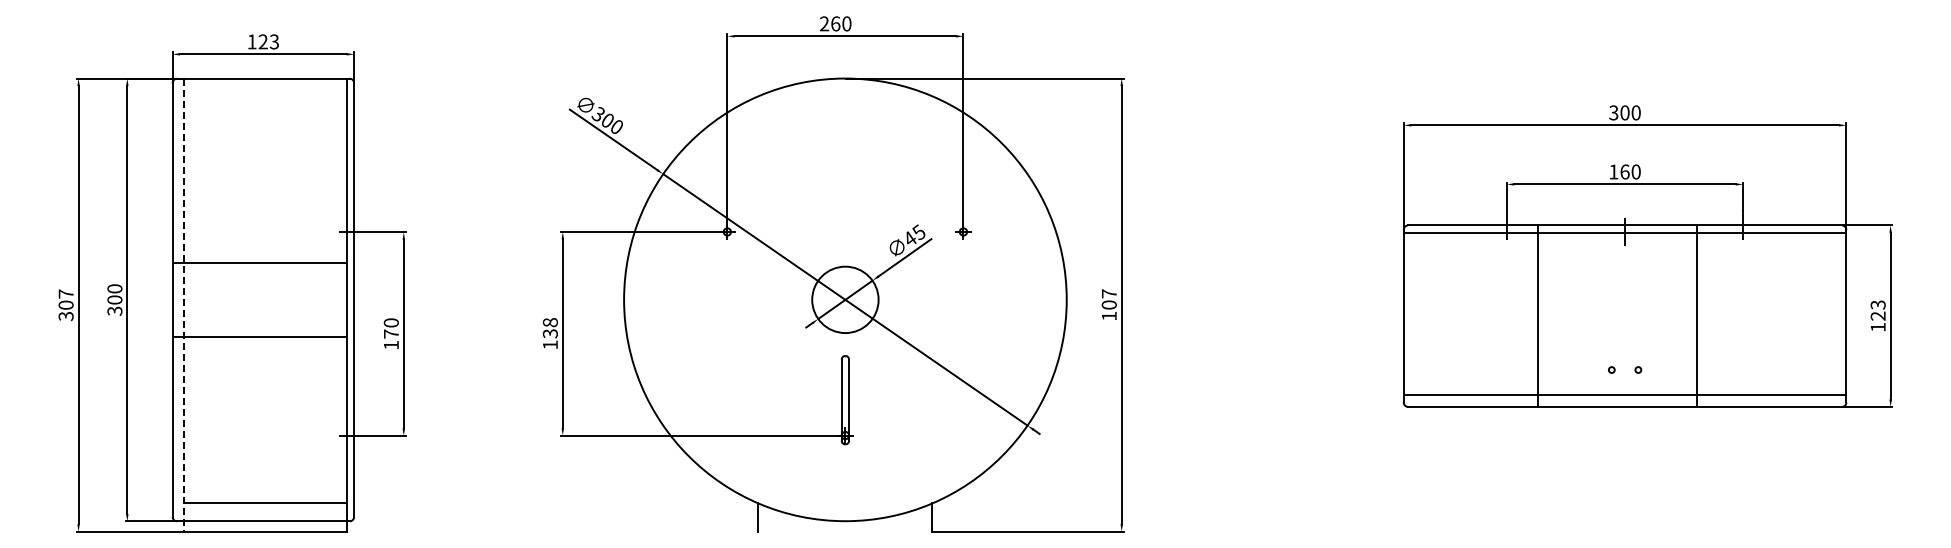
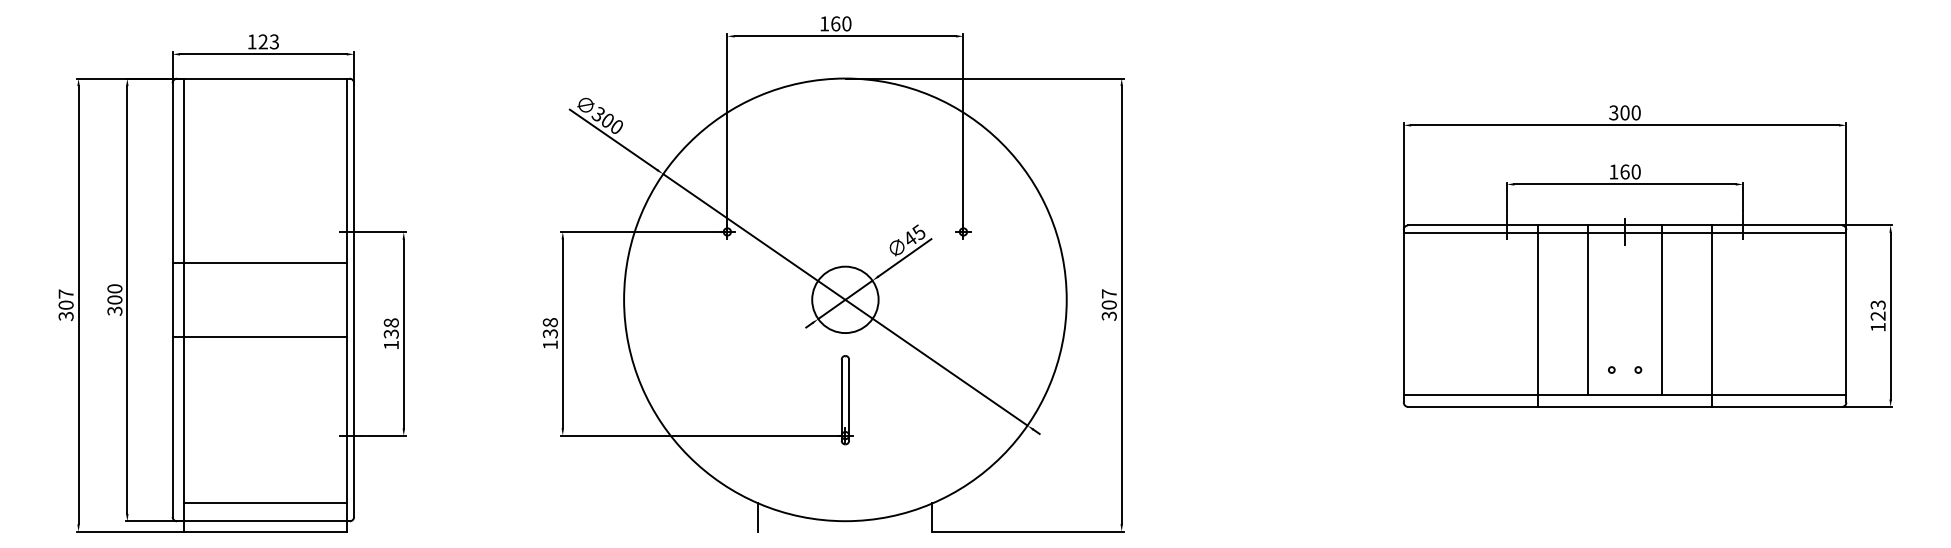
text at (824, 23): 260 -> 160
line at (184, 305): dashed -> solid
line at (1588, 310): none -> present
line at (1661, 310): none -> present
text at (1108, 315): 107 -> 307
line at (1697, 315) position: (1697, 315) -> (1712, 315)
text at (390, 328): 170 -> 138
